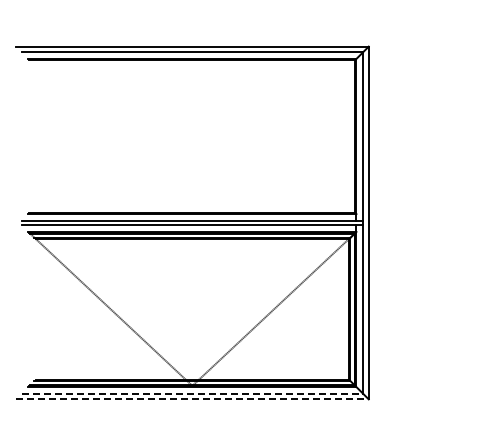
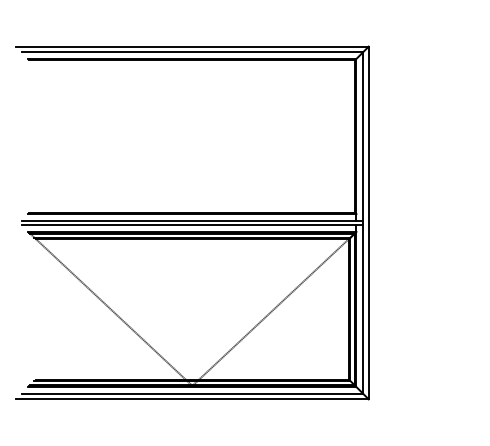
line at (192, 393): dashed -> solid
line at (192, 399): dashed -> solid
